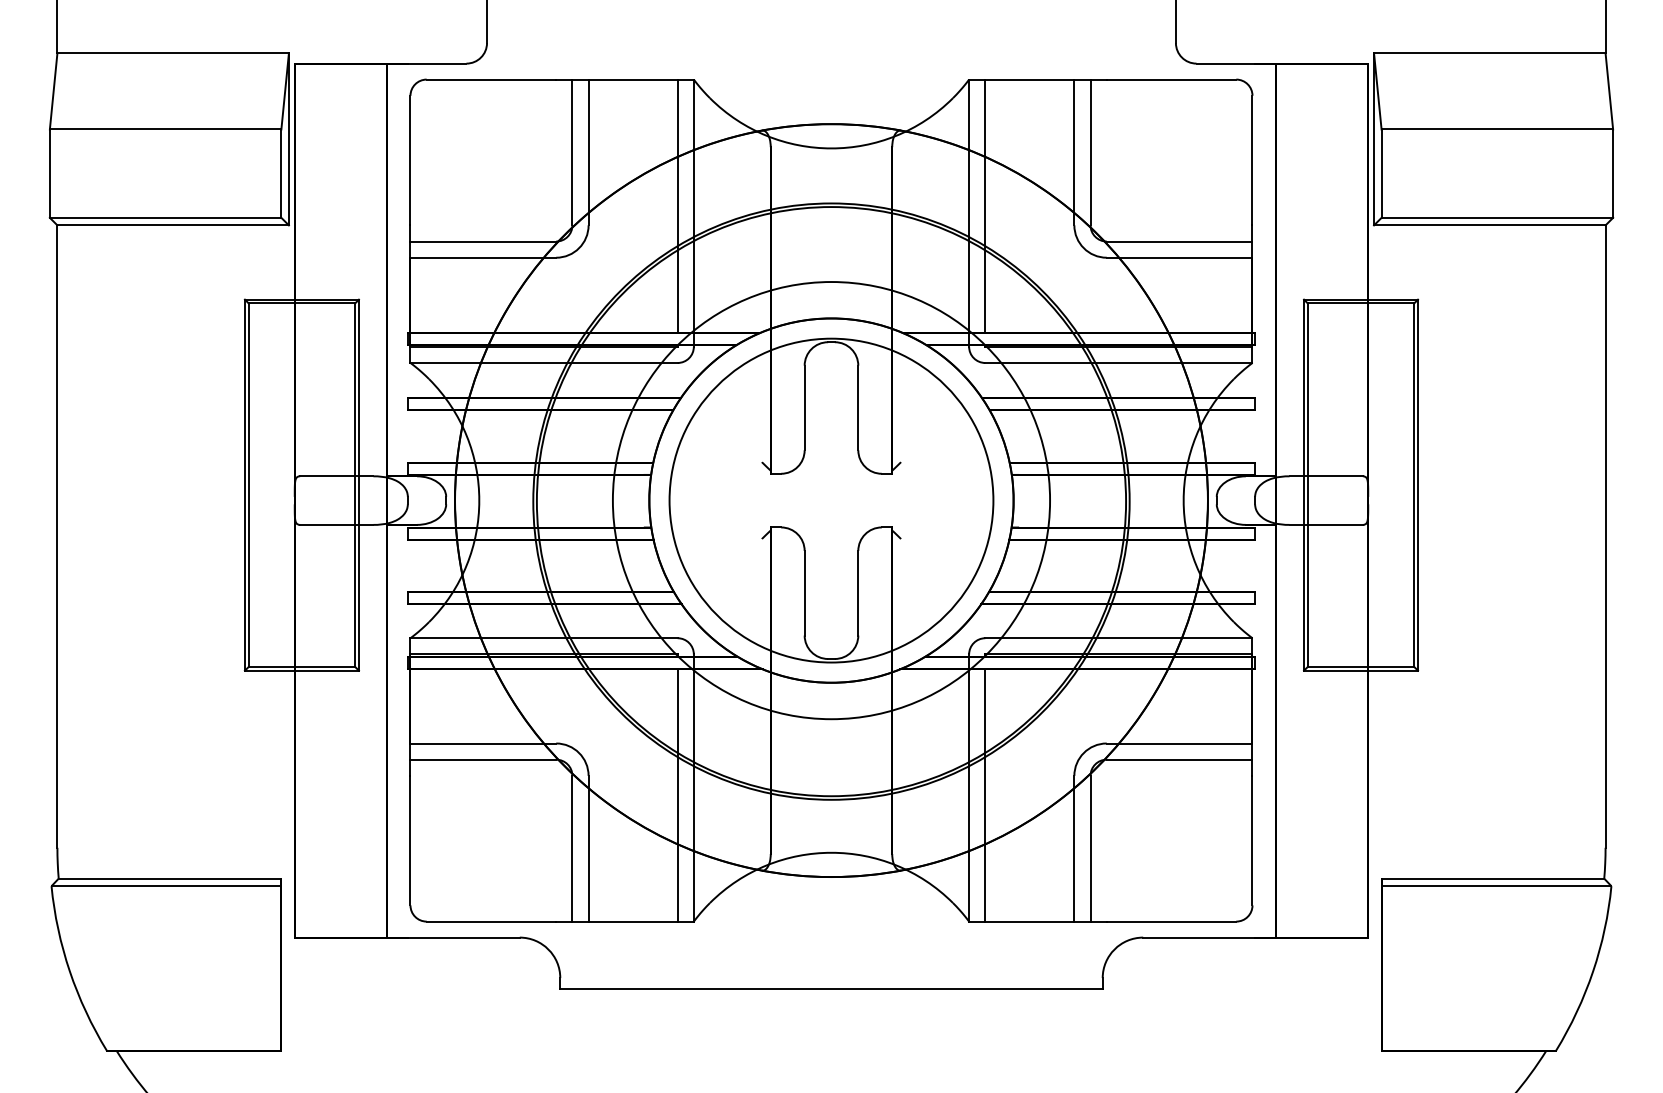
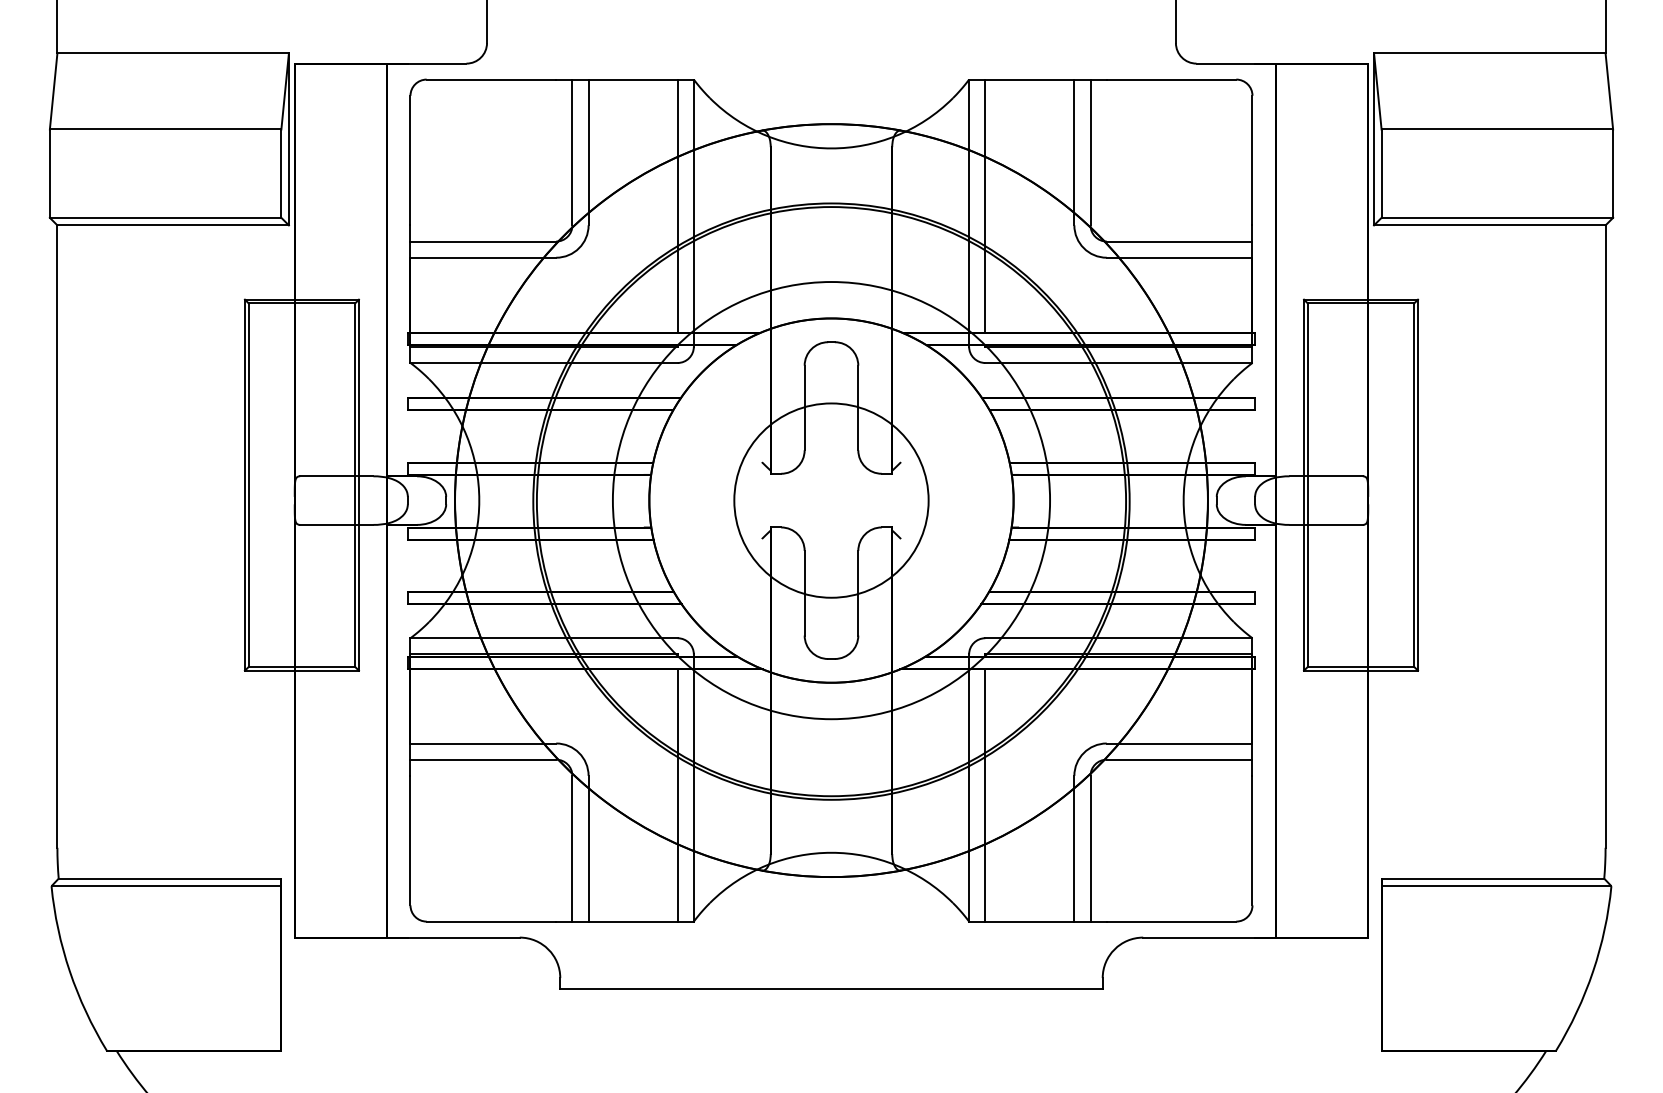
circle at (831, 500) diameter: 324 px -> 194 px
